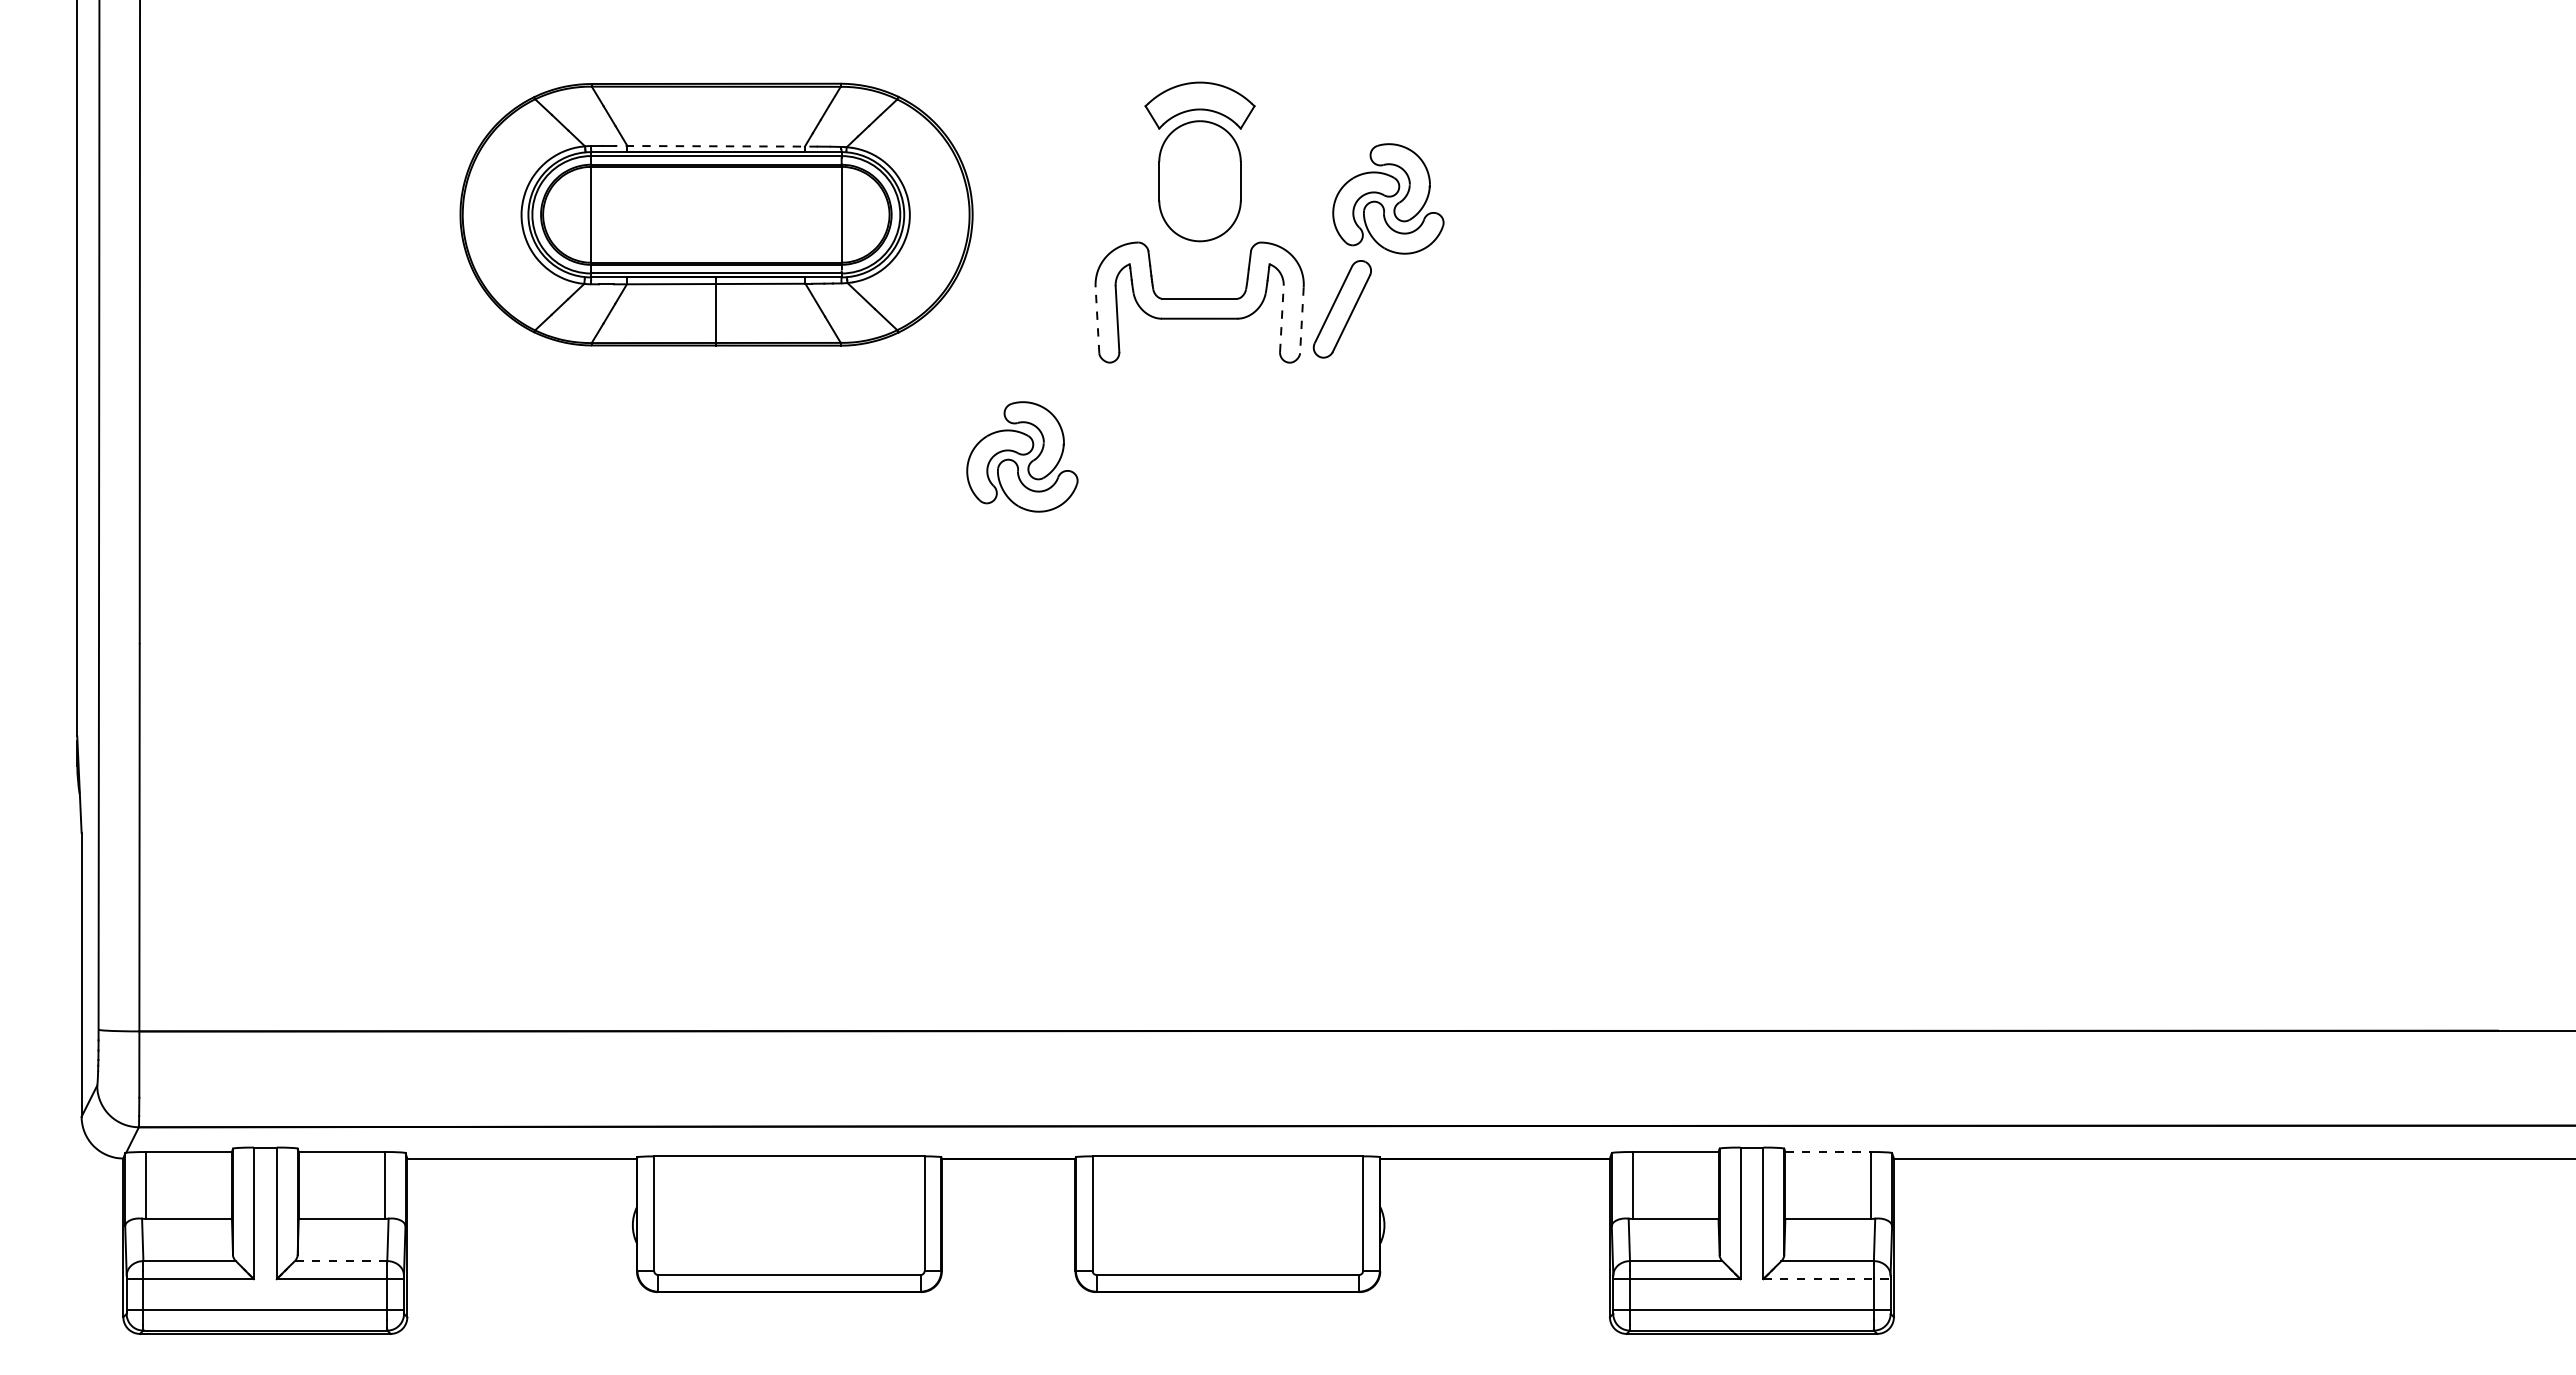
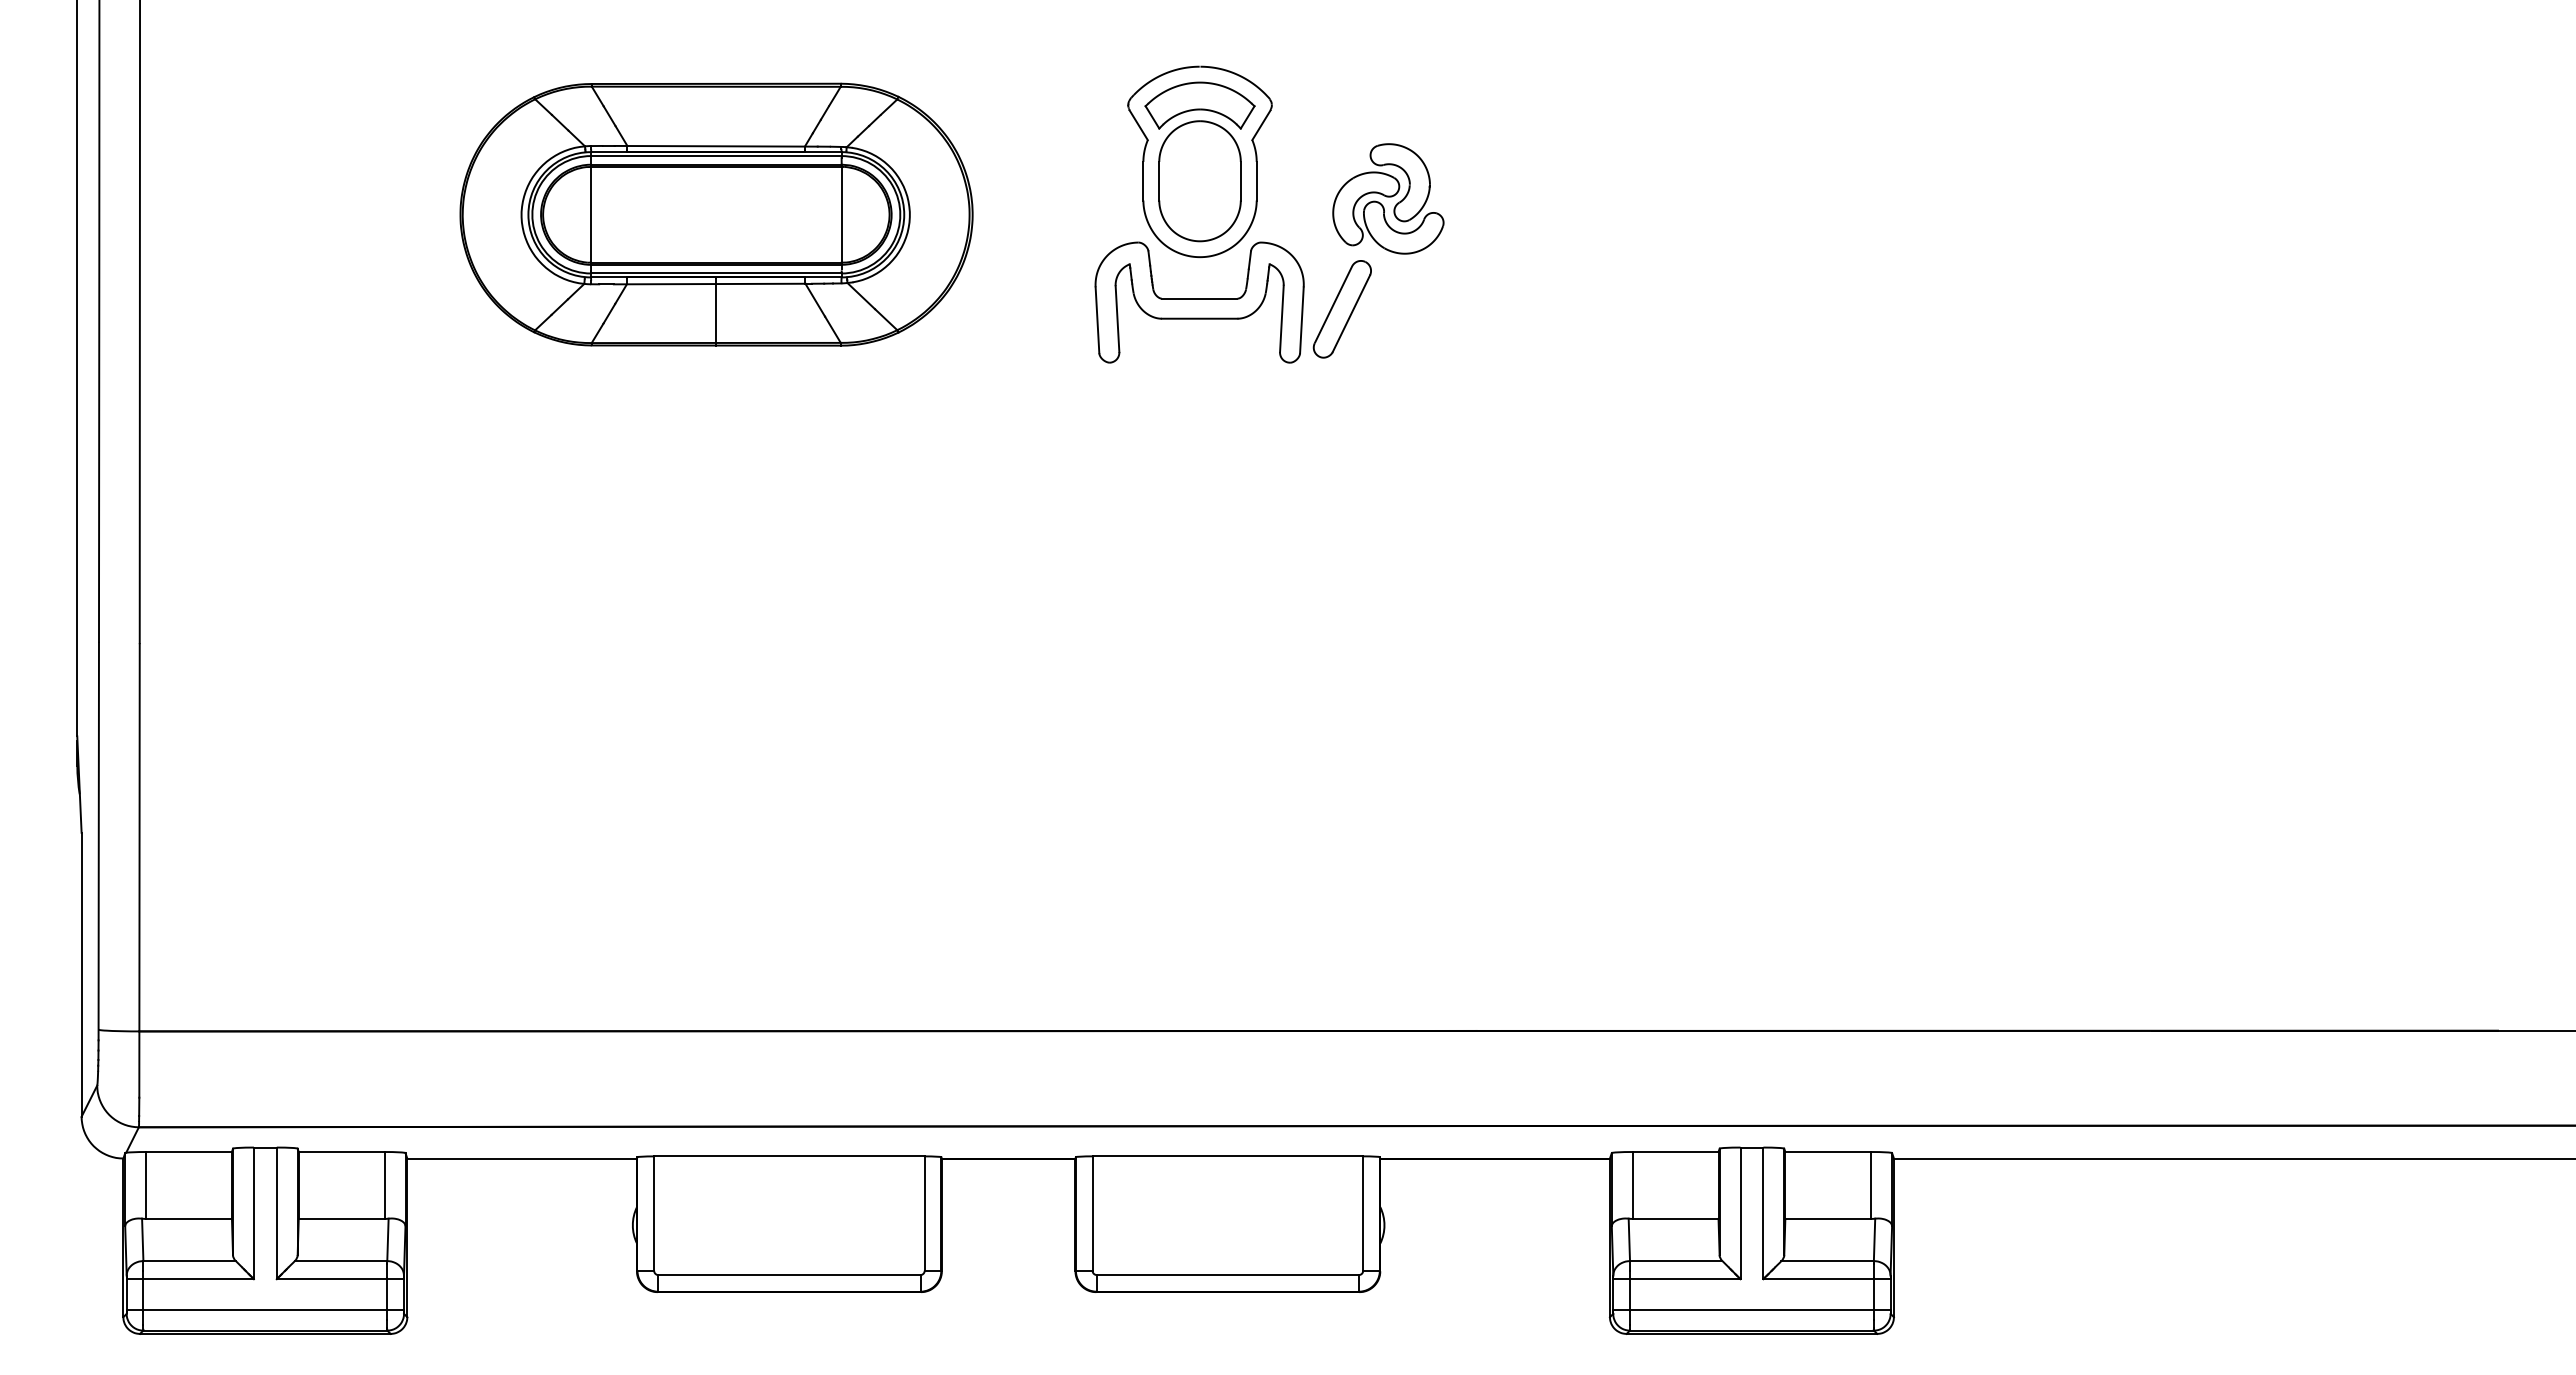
line at (716, 146): dashed -> solid
part at (1199, 161): none -> present
line at (1281, 318): dashed -> solid
line at (1097, 319): dashed -> solid
line at (1301, 320): dashed -> solid
part at (1022, 456): present -> none
line at (1828, 1152): dashed -> solid
line at (340, 1261): dashed -> solid
line at (1826, 1279): dashed -> solid
